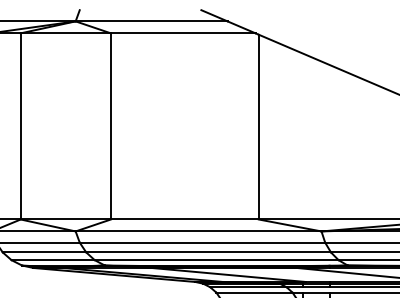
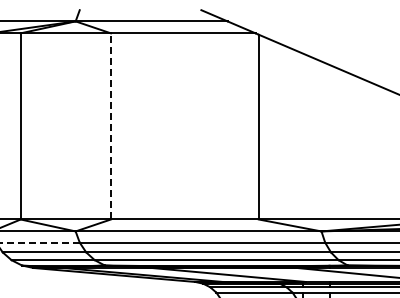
line at (110, 125): solid -> dashed
line at (39, 242): solid -> dashed
